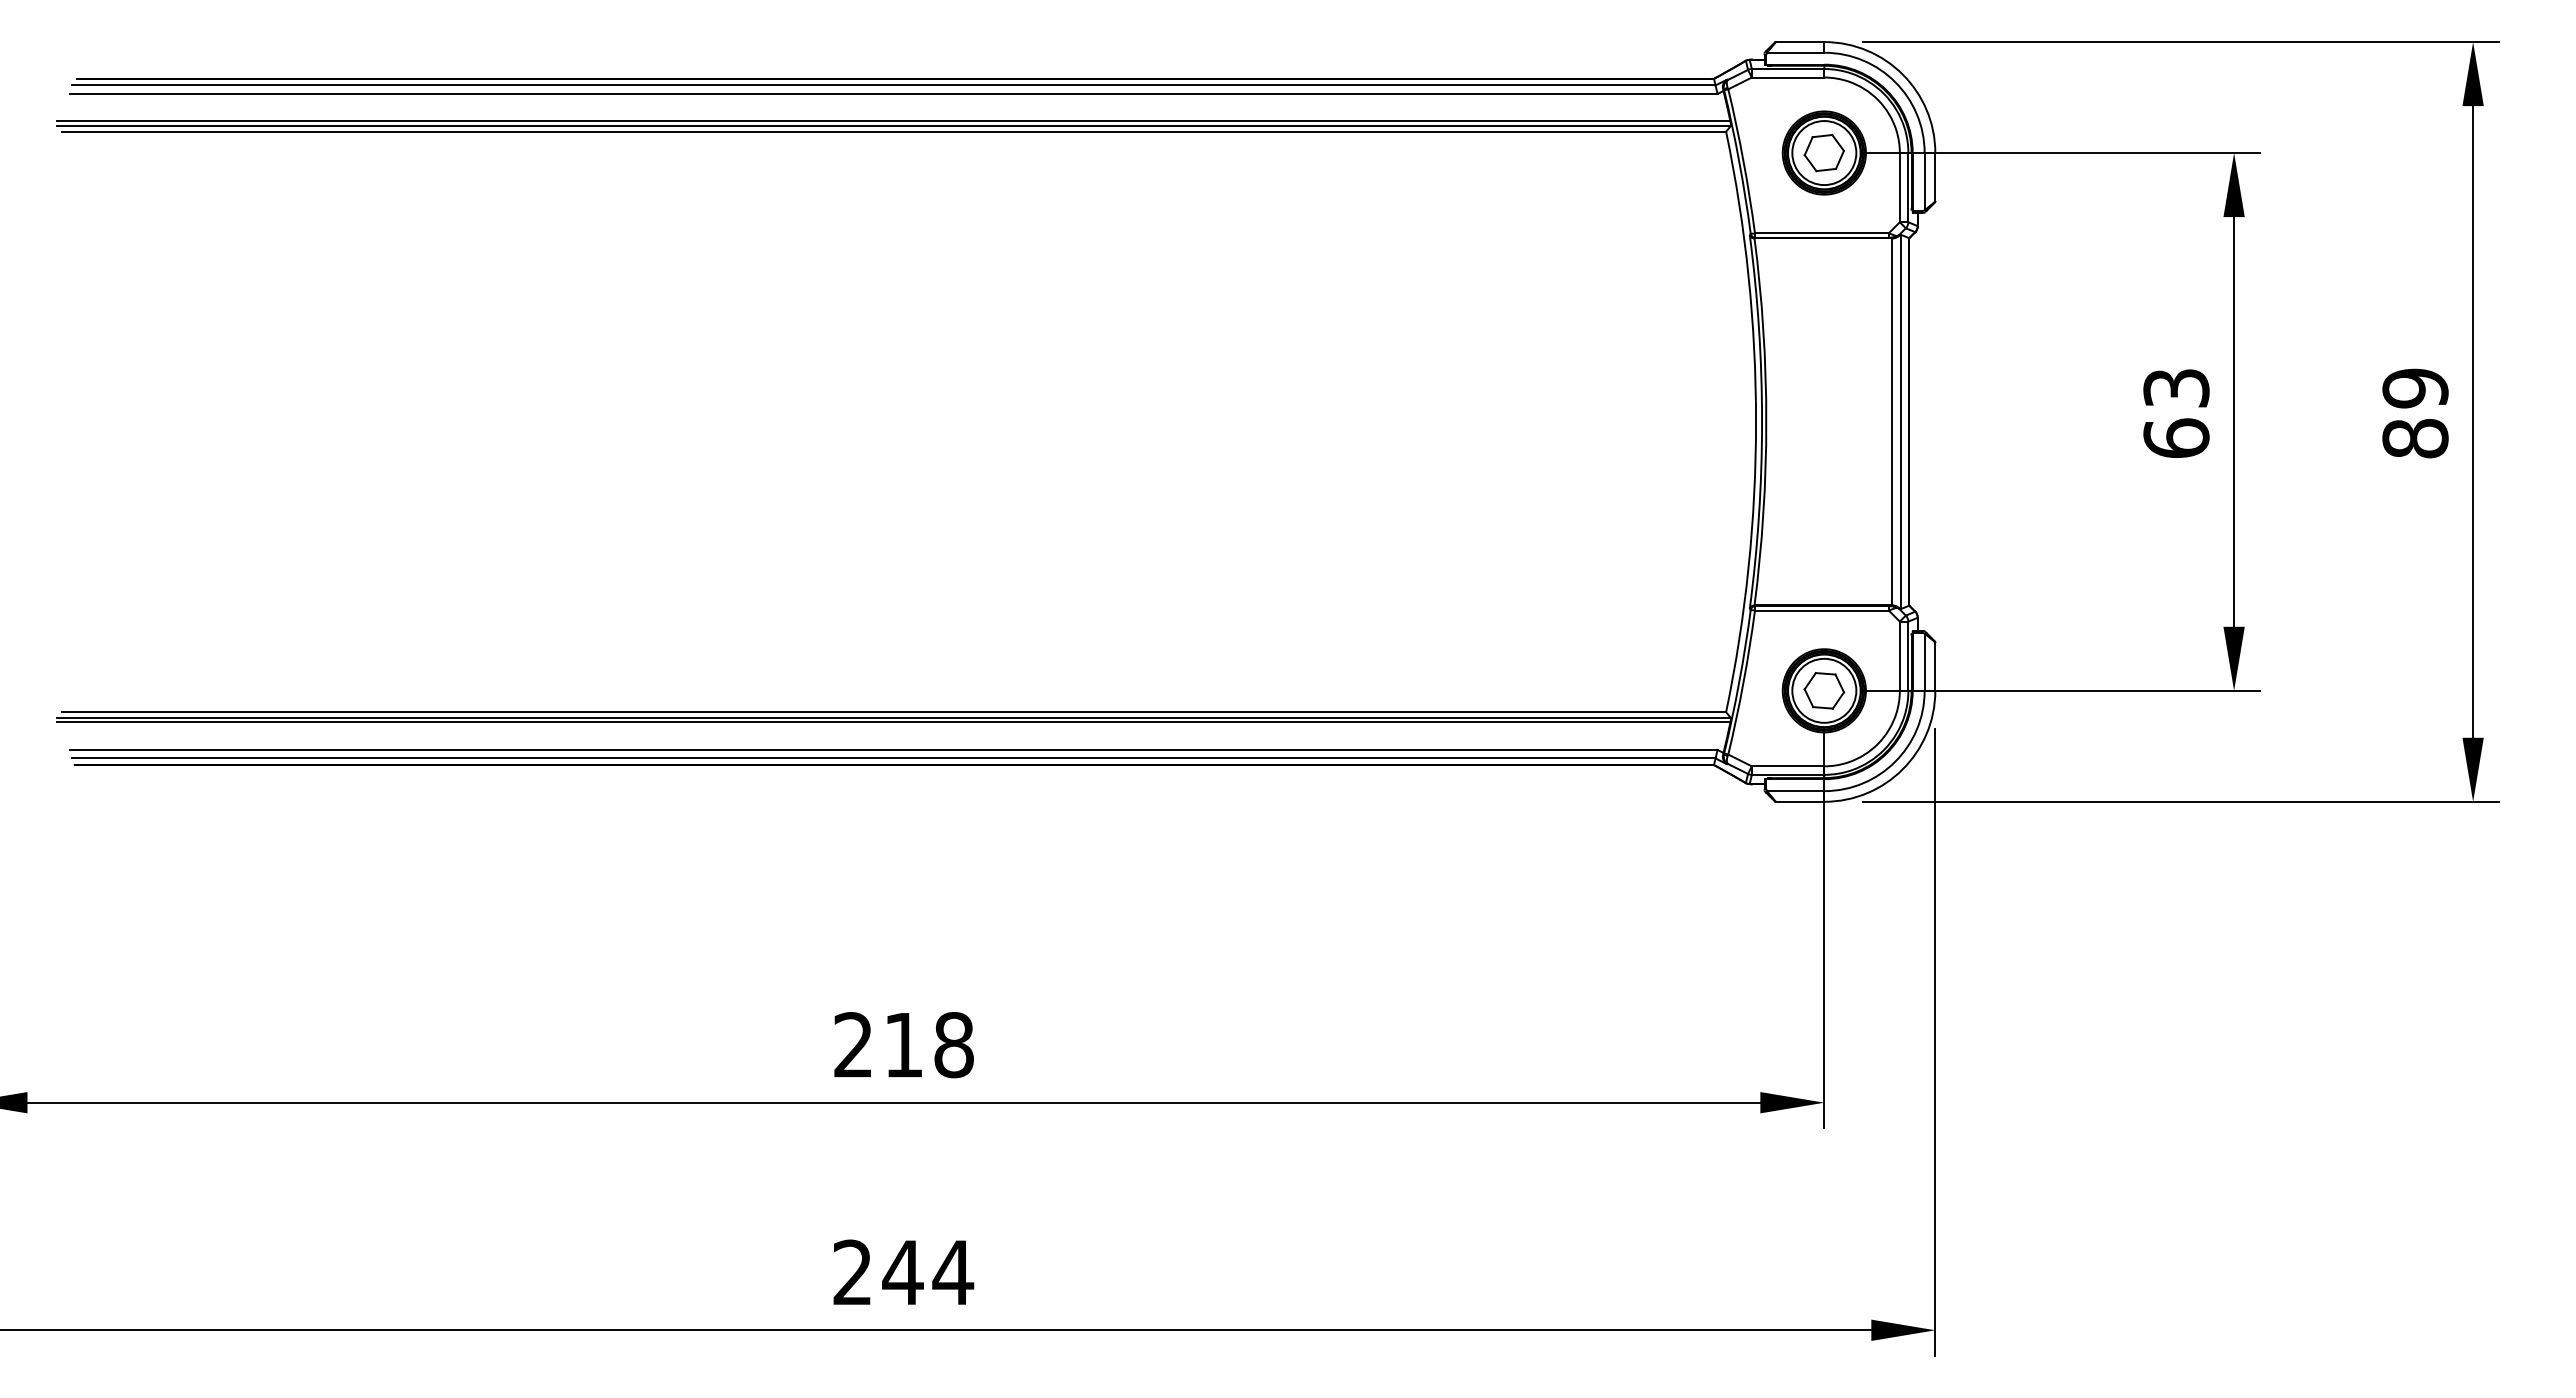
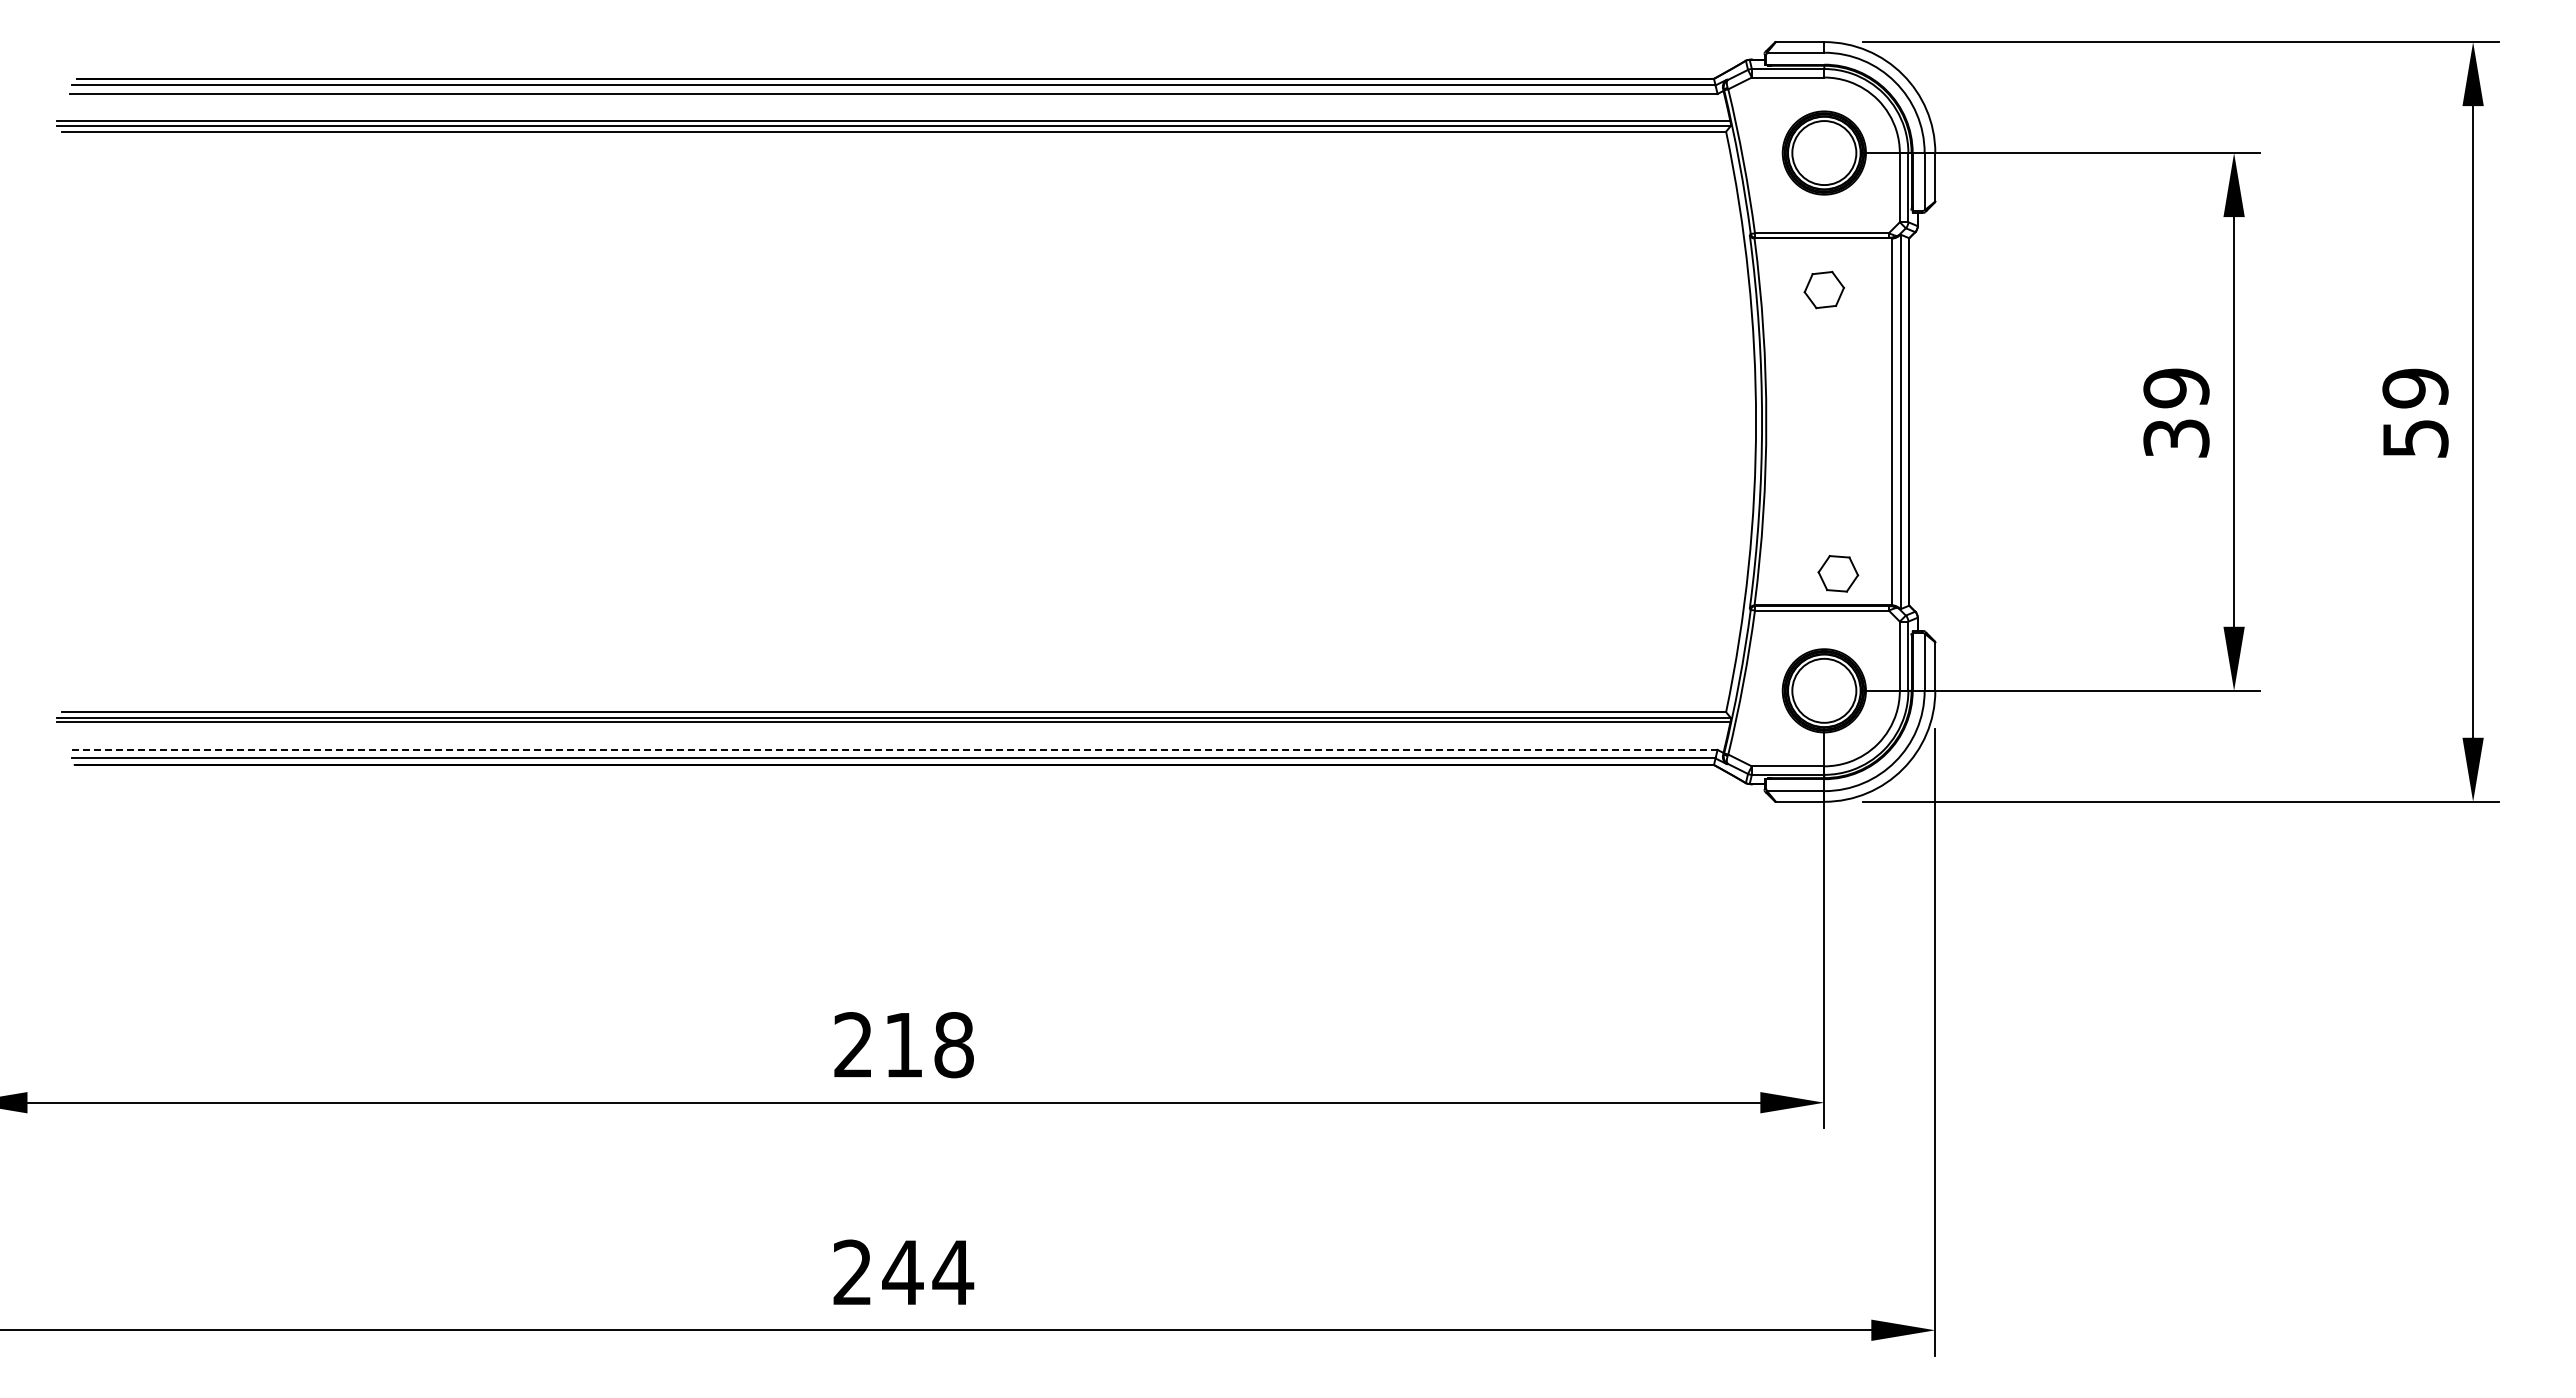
part at (1823, 152) position: (1823, 152) -> (1823, 289)
text at (2176, 412): 63 -> 39
text at (2415, 438): 89 -> 59
part at (1824, 690) position: (1824, 690) -> (1838, 573)
line at (893, 749): solid -> dashed
